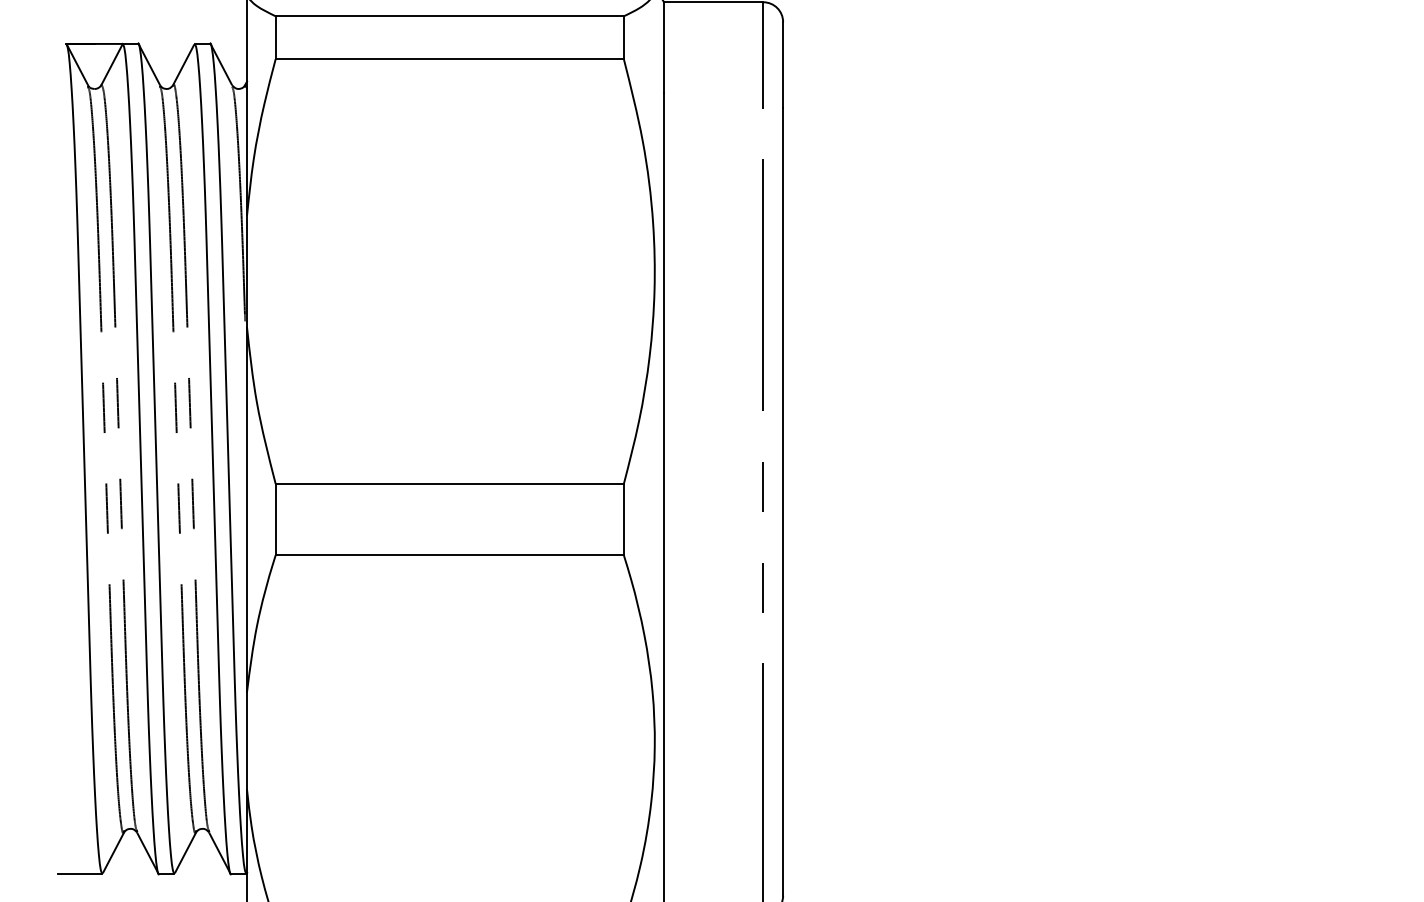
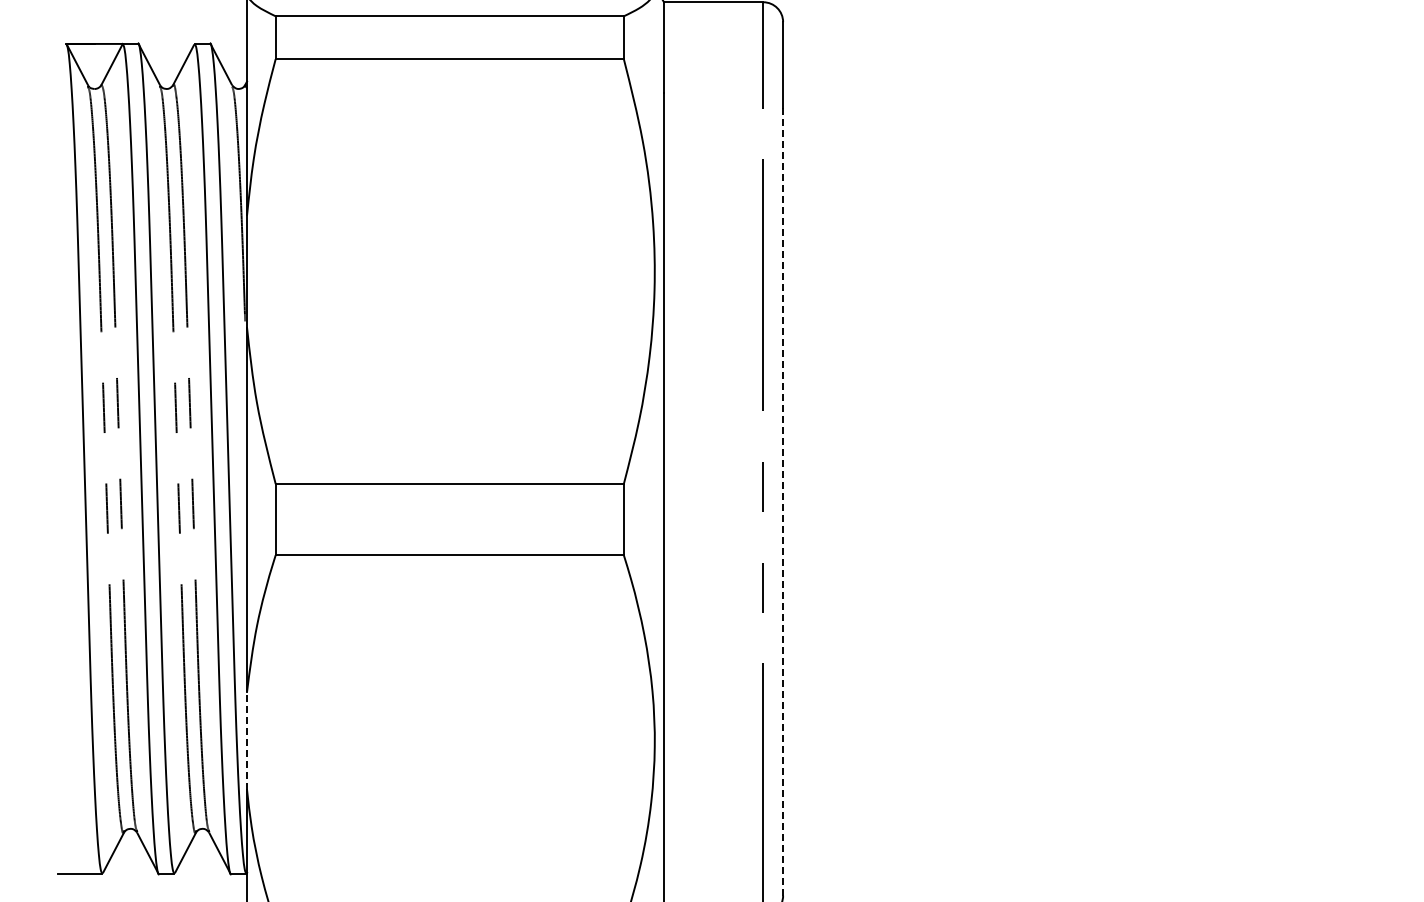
line at (783, 502): solid -> dashed
line at (247, 740): solid -> dashed
